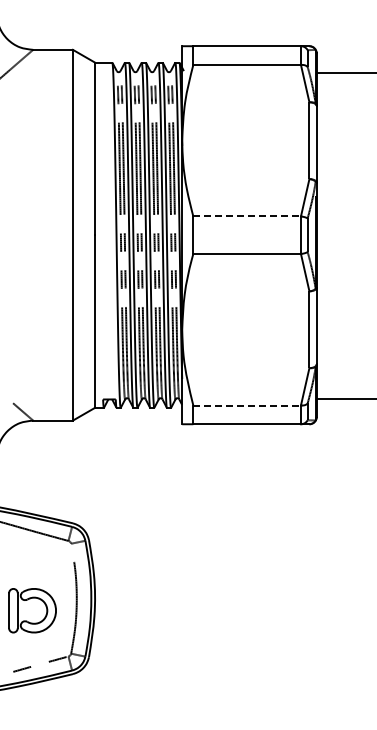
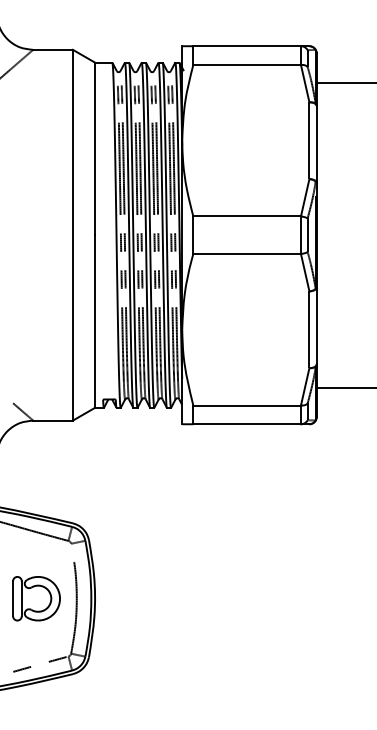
line at (344, 72) position: (344, 72) -> (344, 82)
line at (247, 216): dashed -> solid
line at (344, 398) position: (344, 398) -> (344, 387)
line at (247, 405): dashed -> solid
part at (32, 610) position: (32, 610) -> (36, 598)
